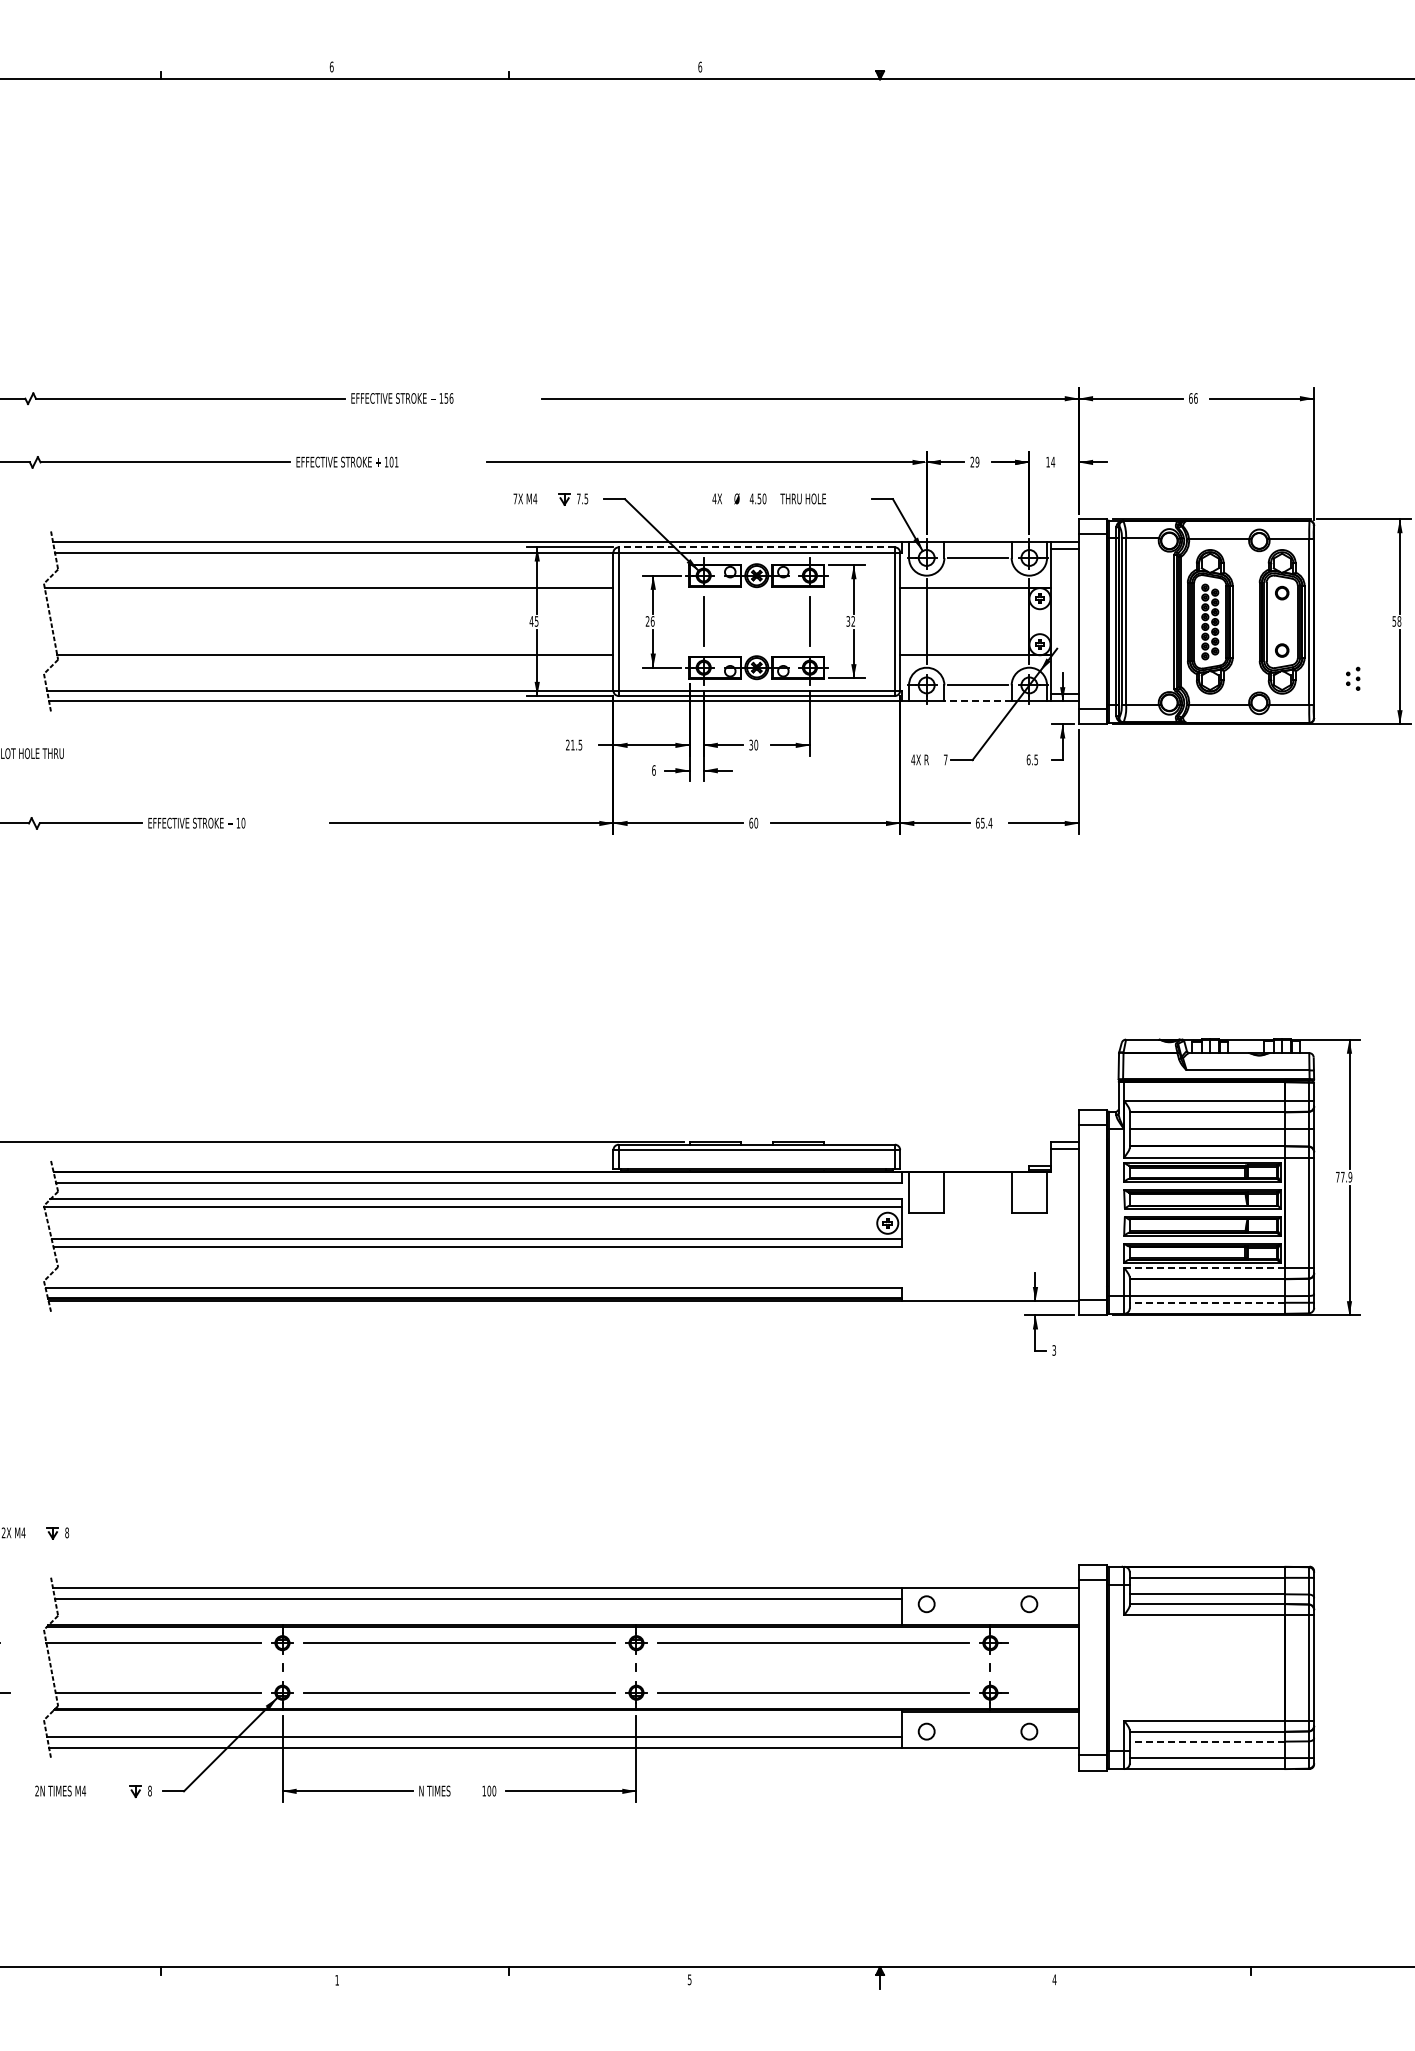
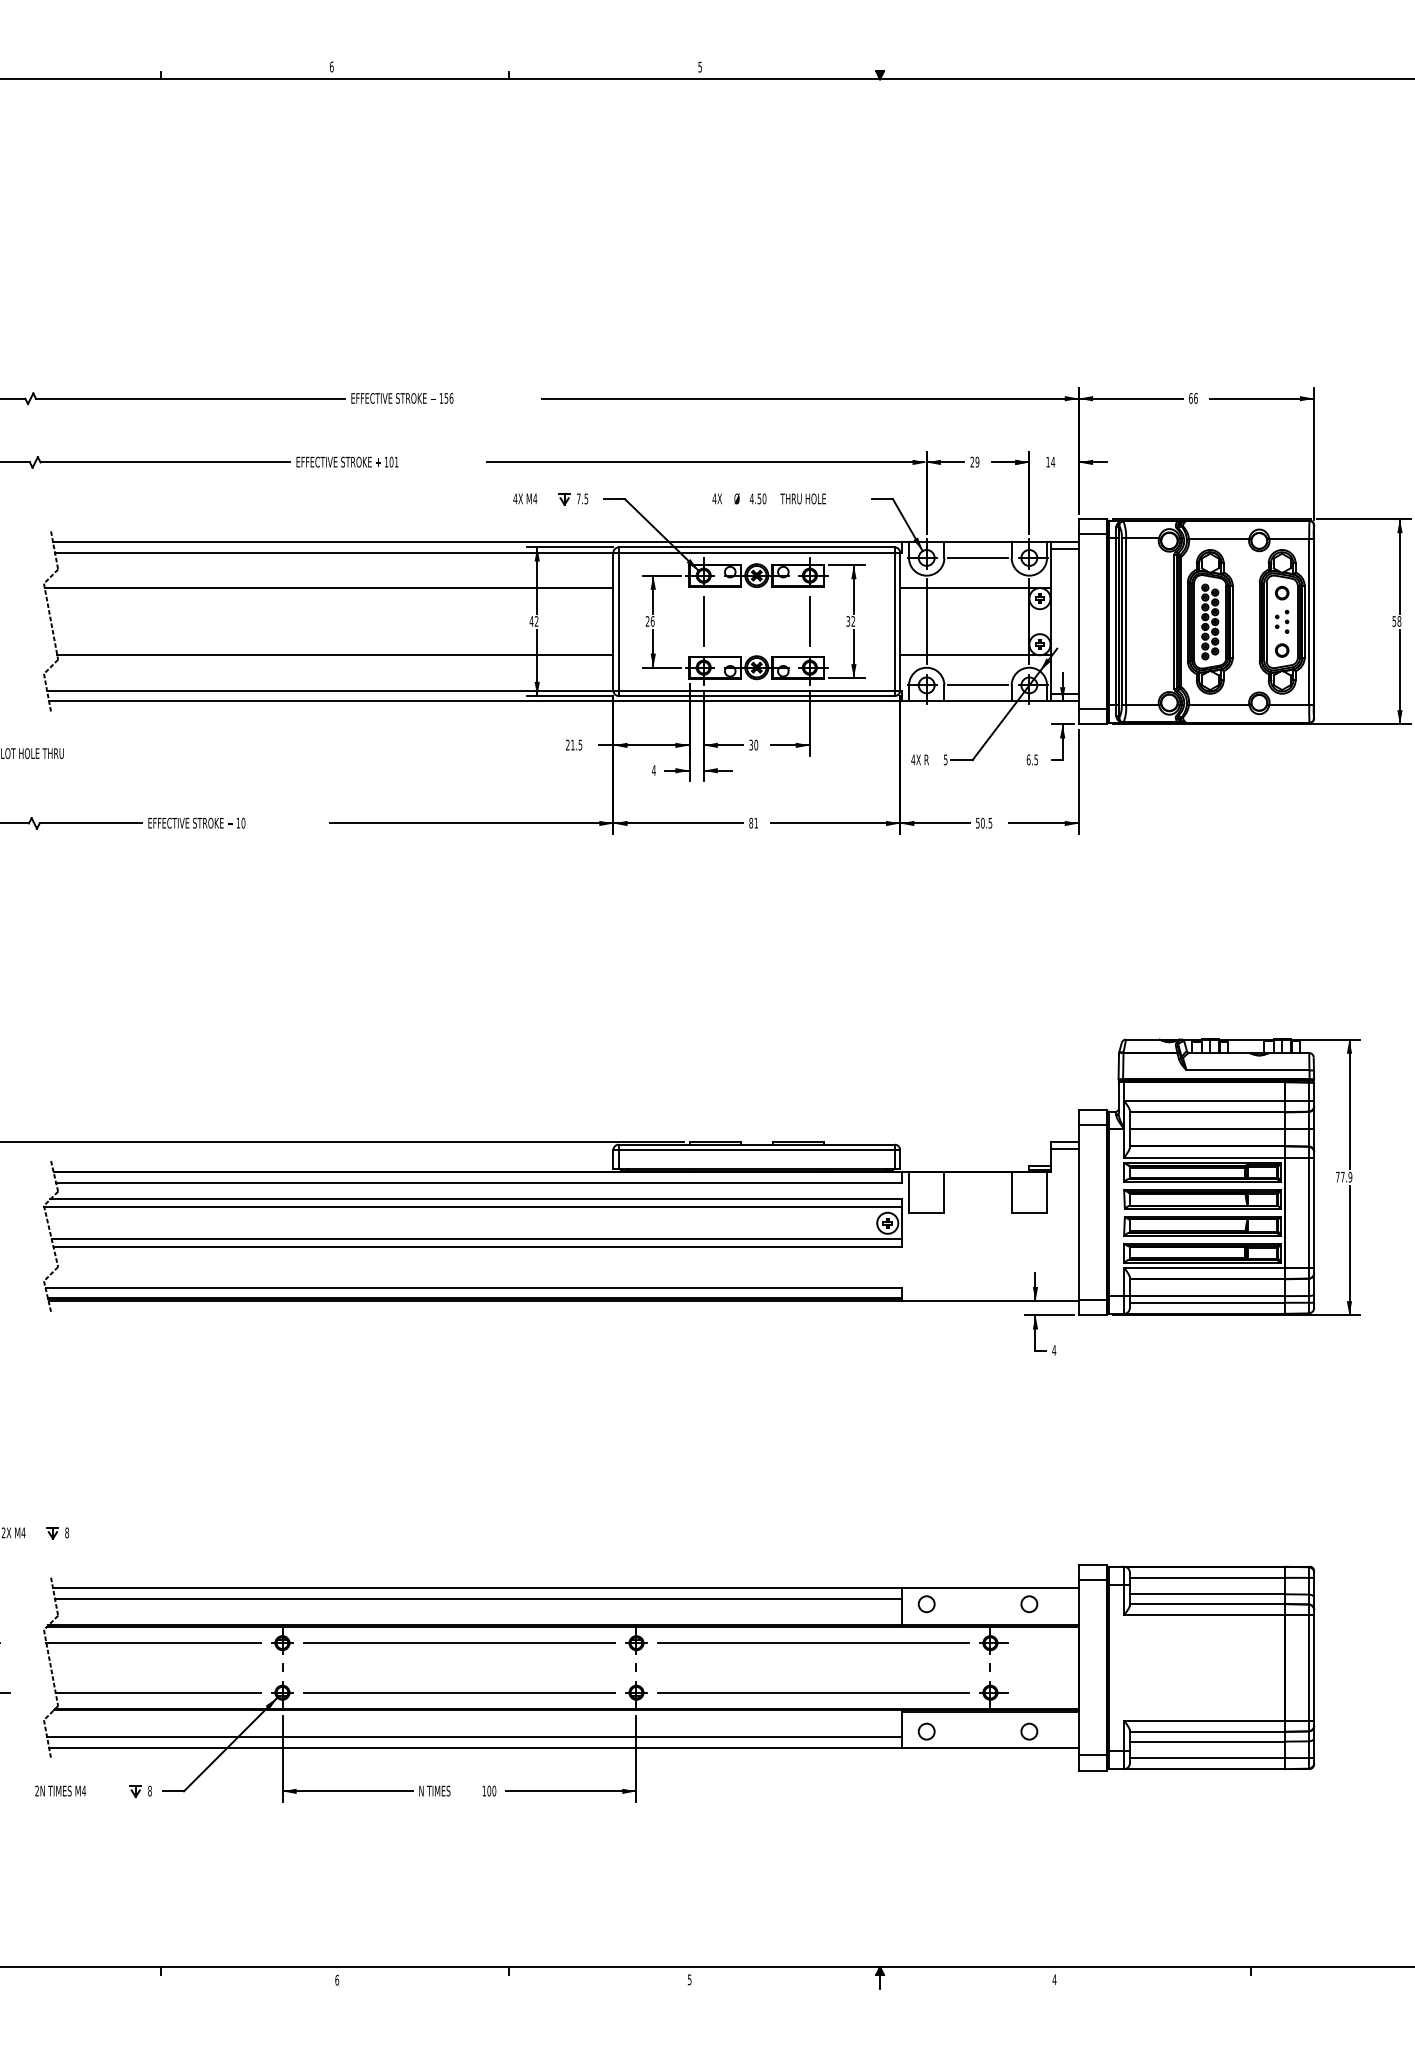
text at (700, 66): 6 -> 5
text at (515, 498): 7X -> 4X
line at (756, 547): dashed -> solid
text at (536, 621): 45 -> 42
part at (1353, 678) position: (1353, 678) -> (1282, 621)
line at (978, 701): dashed -> solid
text at (945, 759): 7 -> 5
text at (653, 770): 6 -> 4
text at (753, 822): 60 -> 81
text at (984, 822): 65.4 -> 50.5
line at (1204, 1267): dashed -> solid
line at (1207, 1302): dashed -> solid
text at (1054, 1350): 3 -> 4
line at (1207, 1741): dashed -> solid
text at (337, 1979): 1 -> 6
